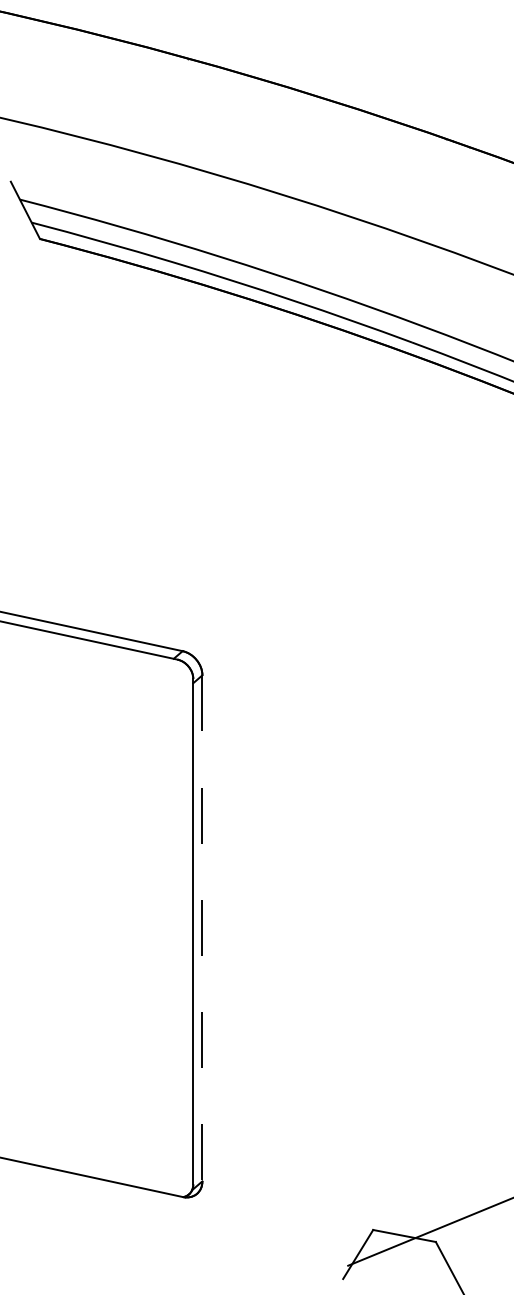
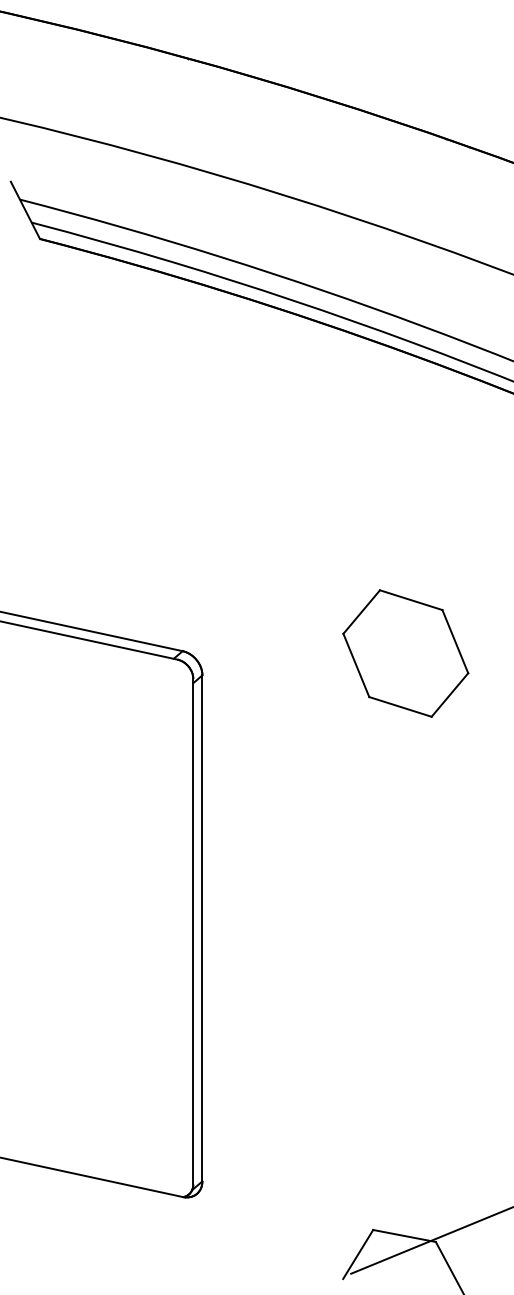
part at (405, 653): none -> present
line at (202, 928): dashed -> solid
line at (429, 1232) position: (429, 1232) -> (430, 1240)
